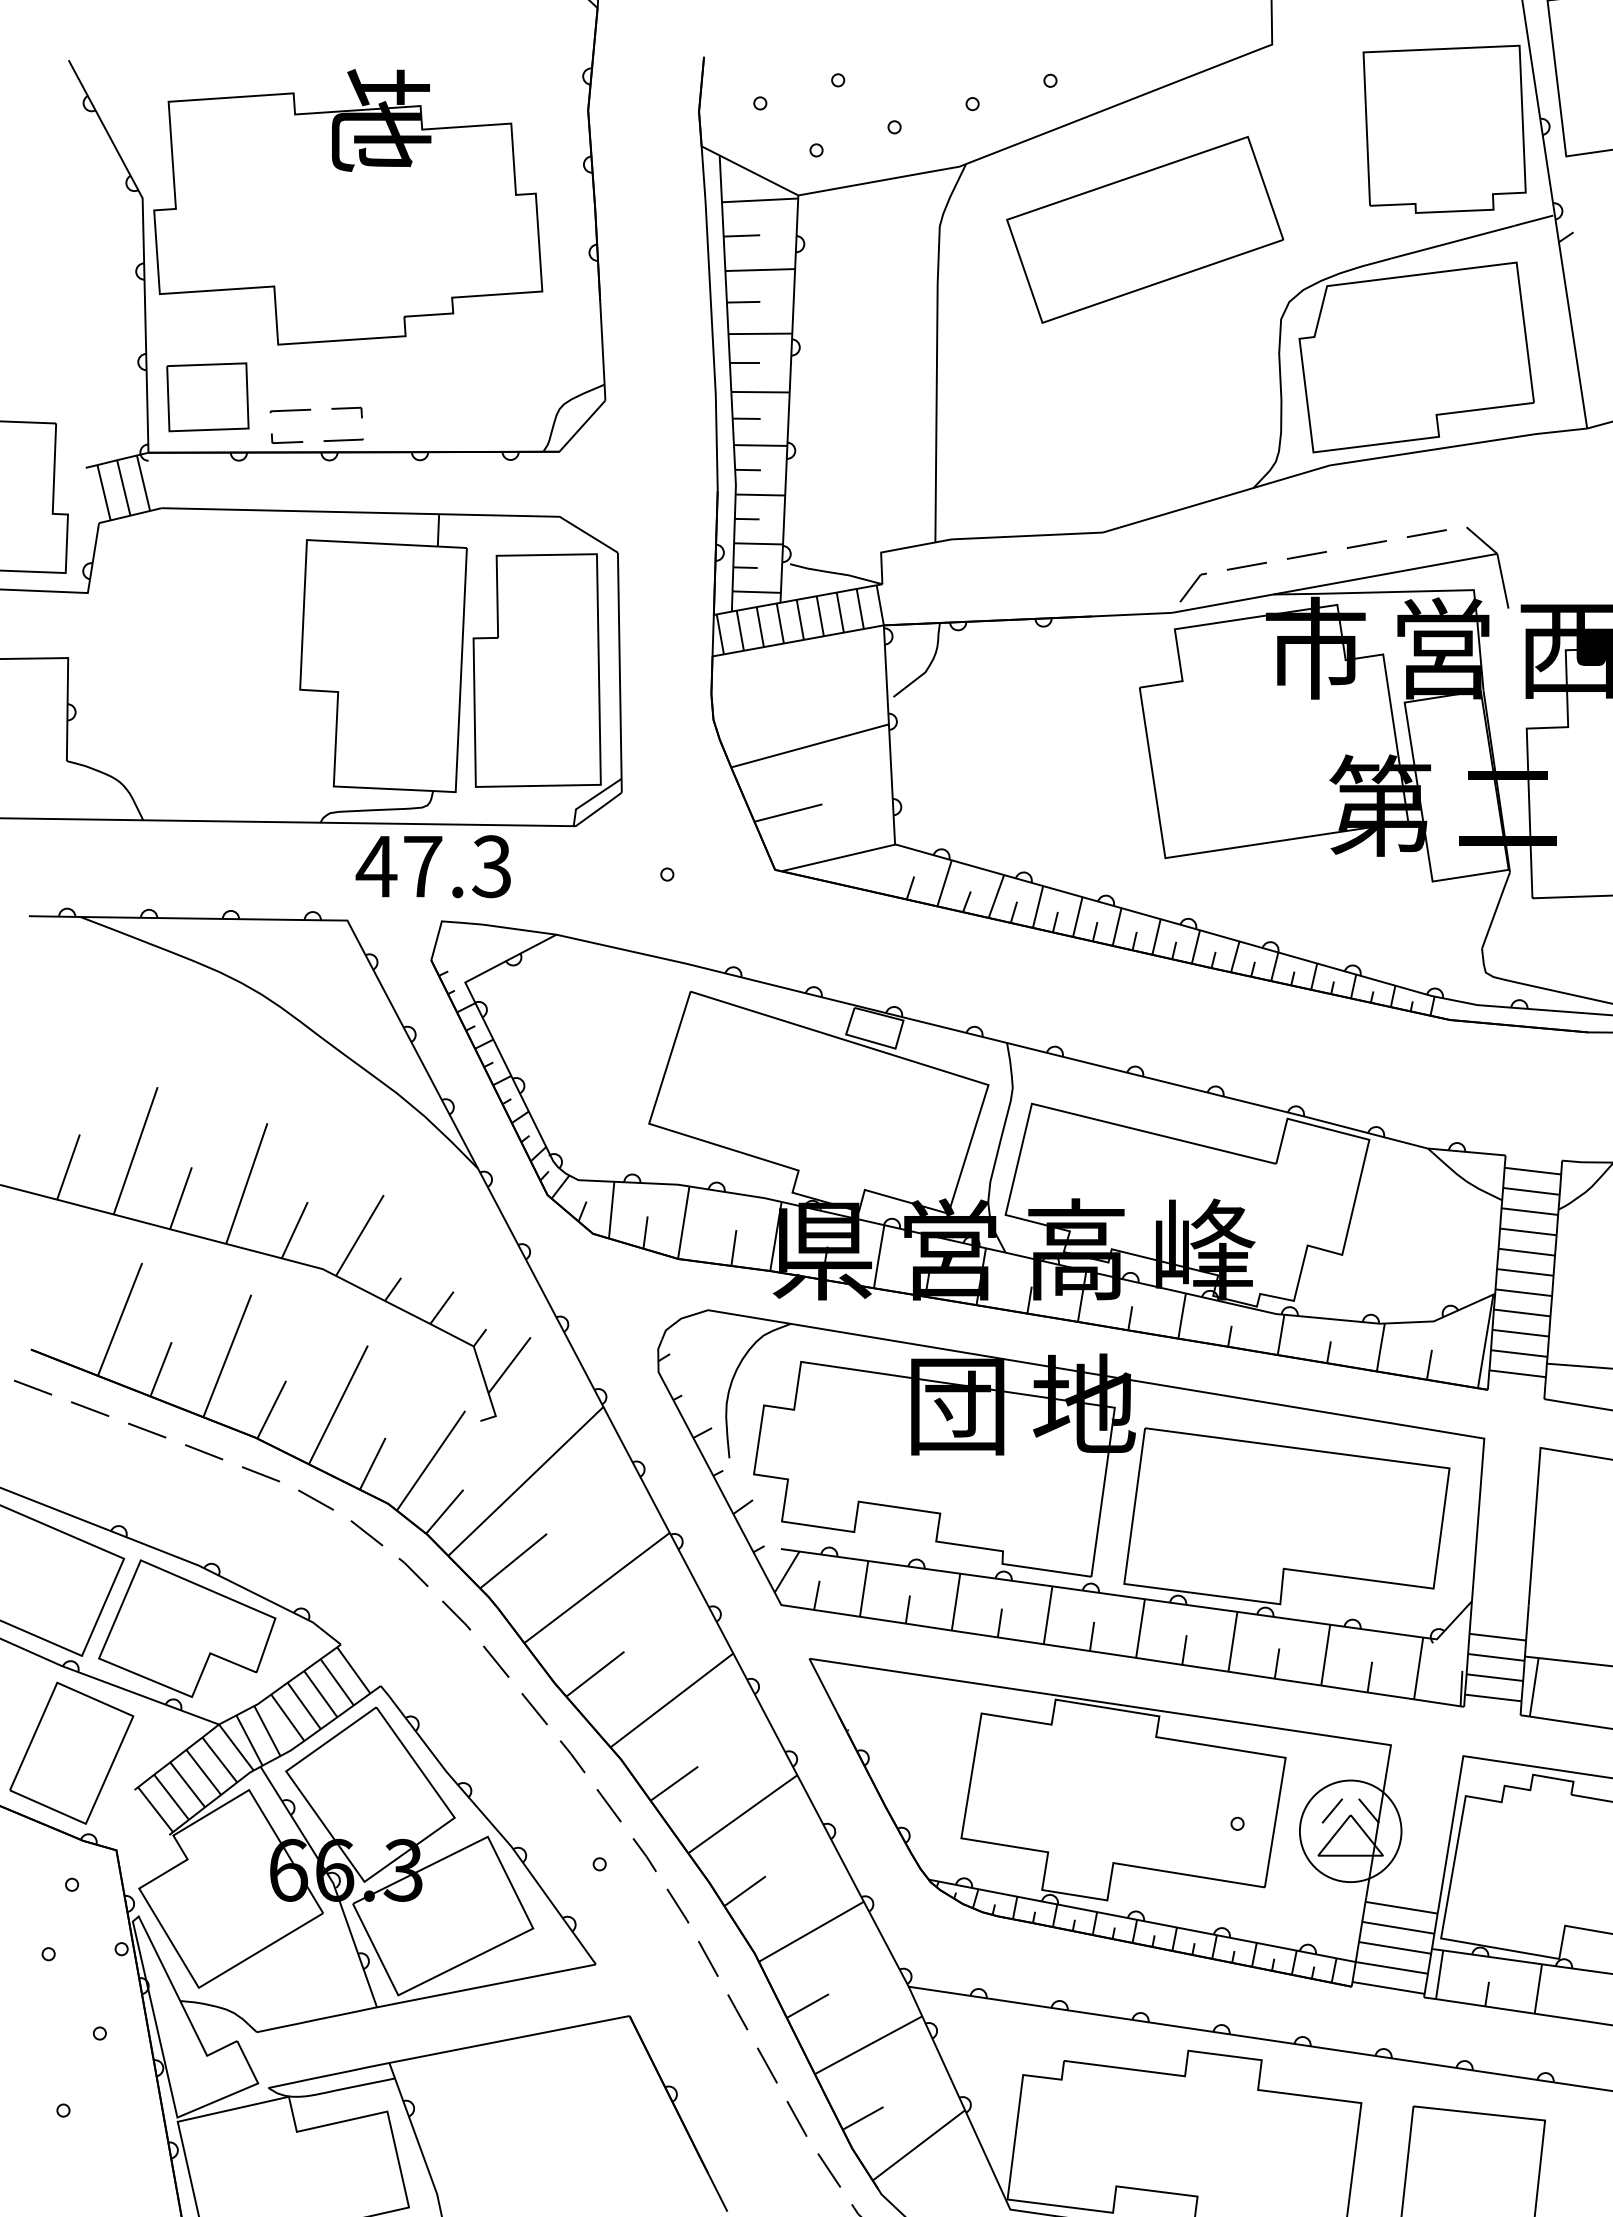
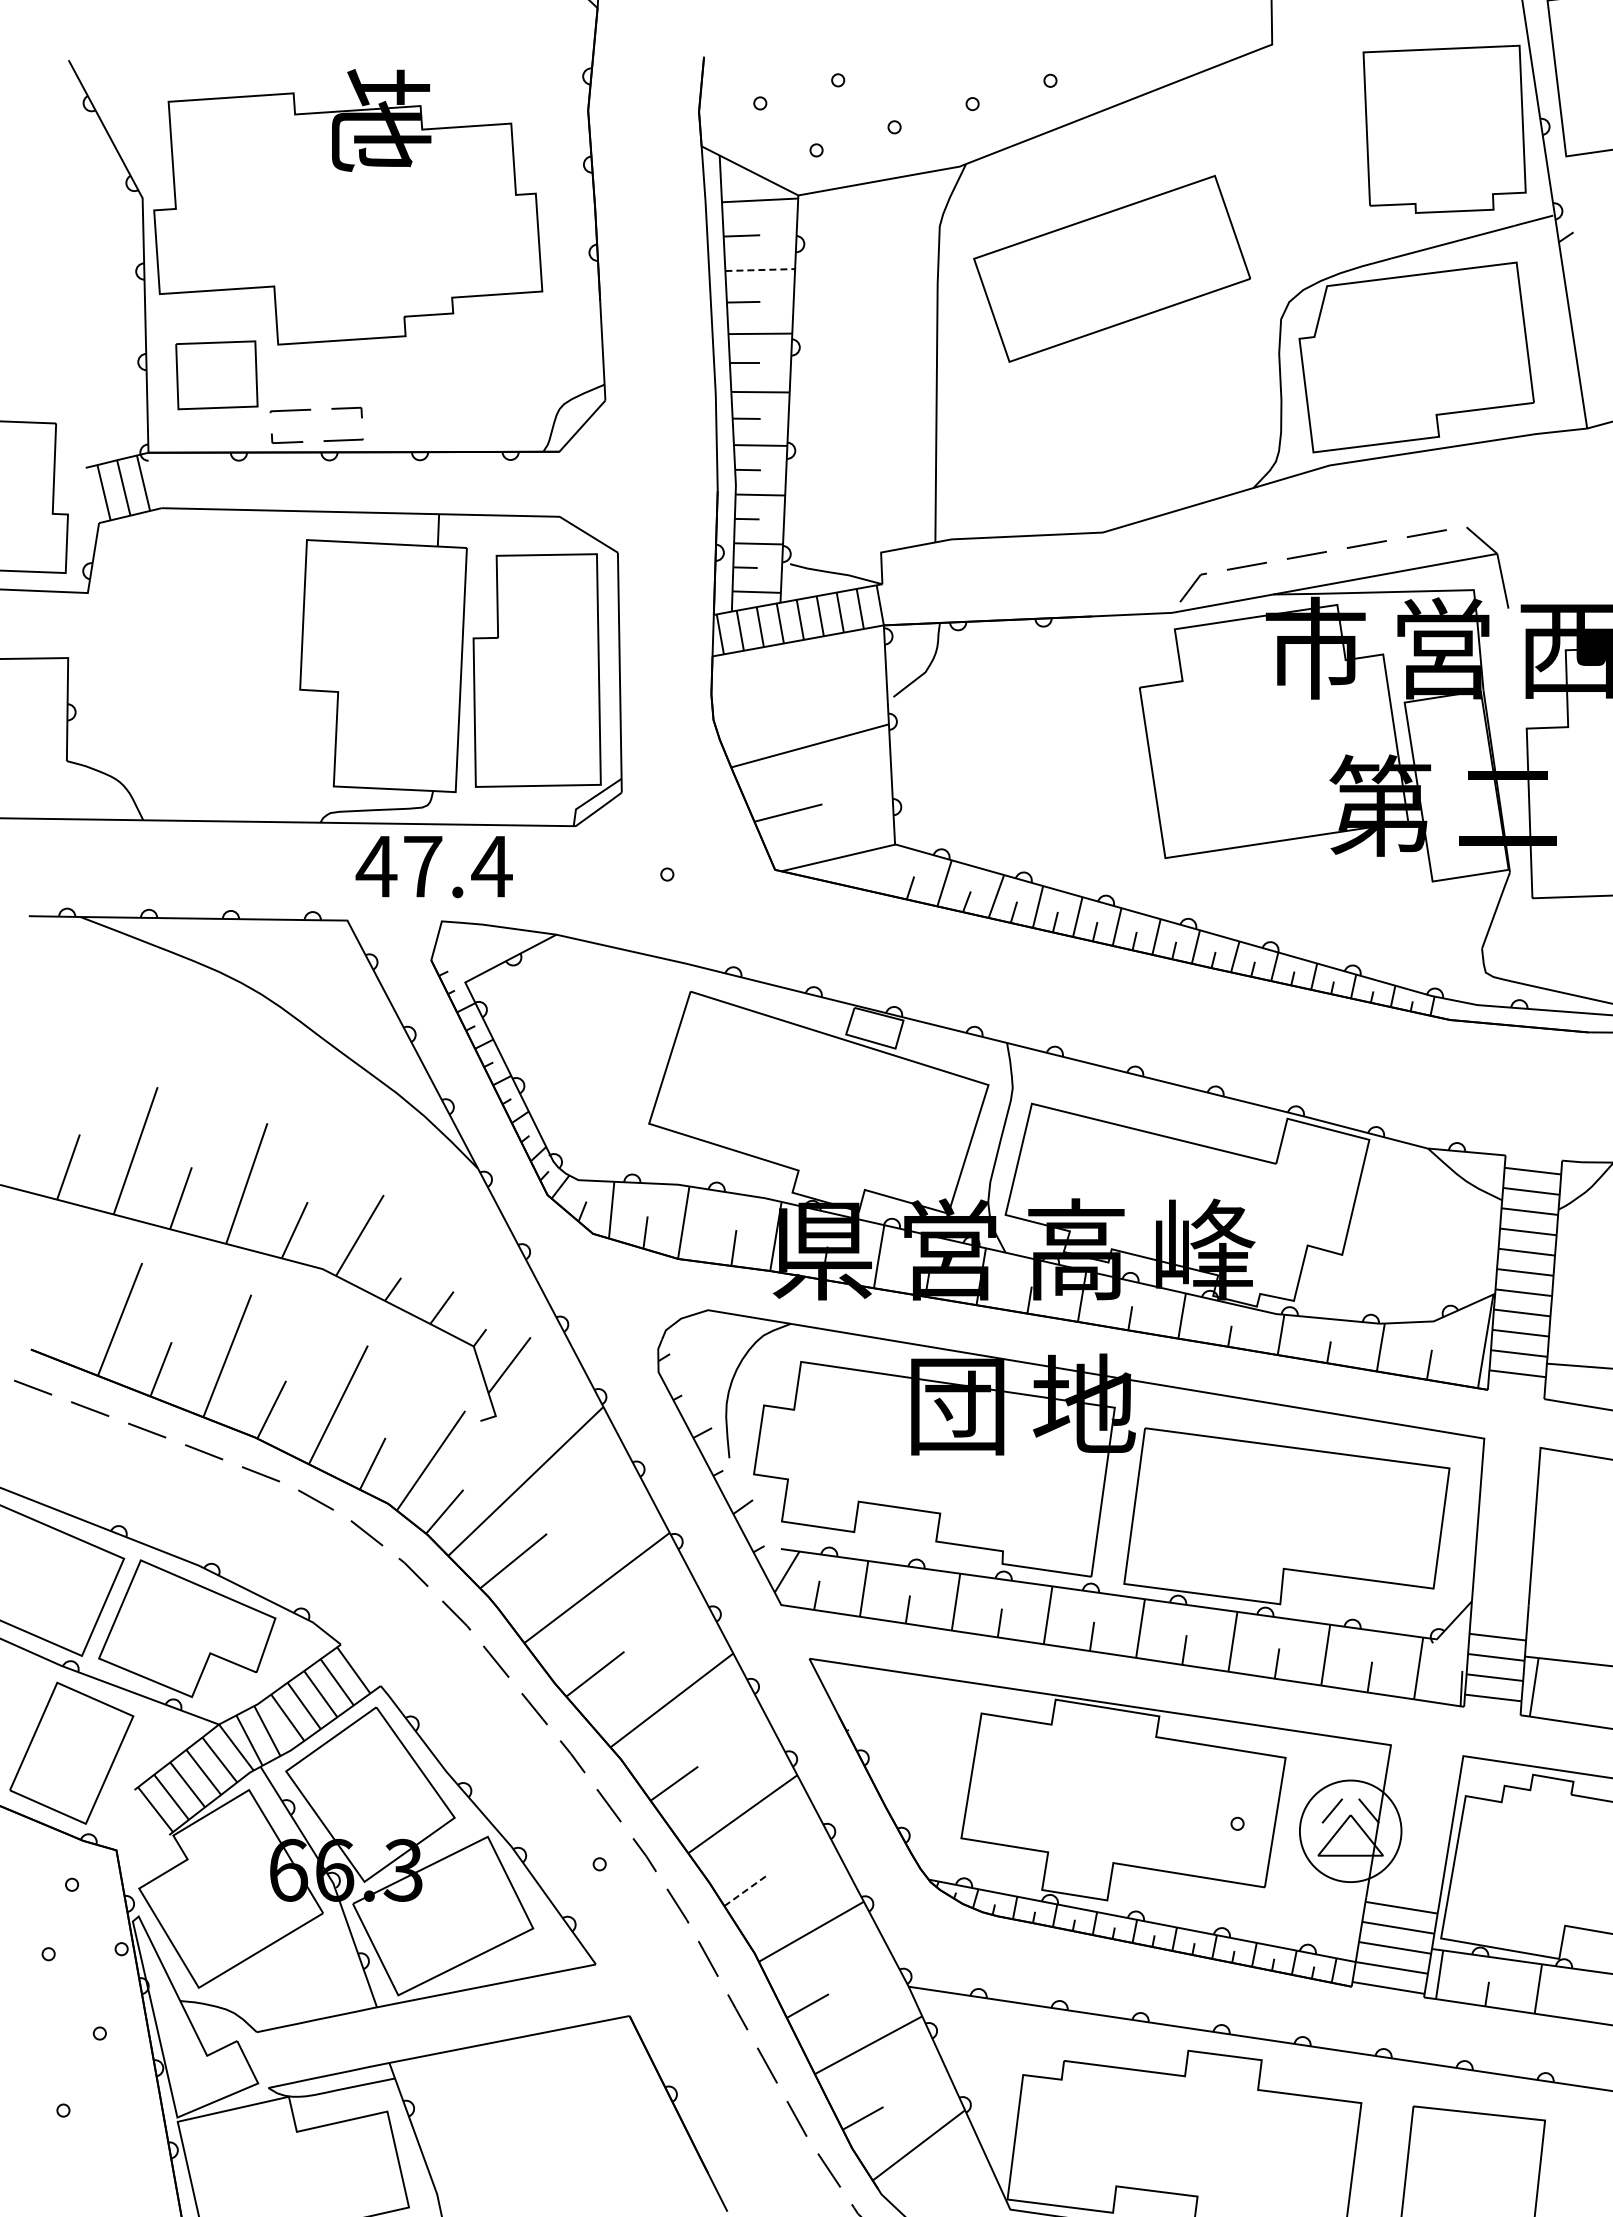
part at (1145, 229) position: (1145, 229) -> (1112, 268)
line at (760, 270): solid -> dashed
part at (207, 397) position: (207, 397) -> (216, 375)
text at (491, 866): 47.3 -> 47.4
line at (745, 1891): solid -> dashed
